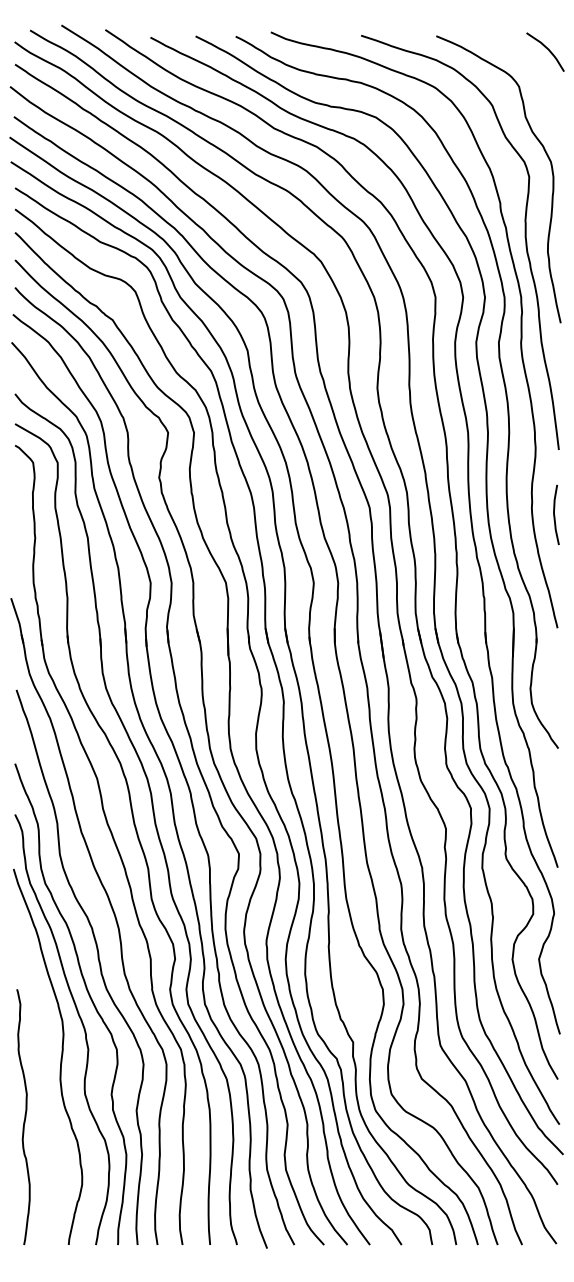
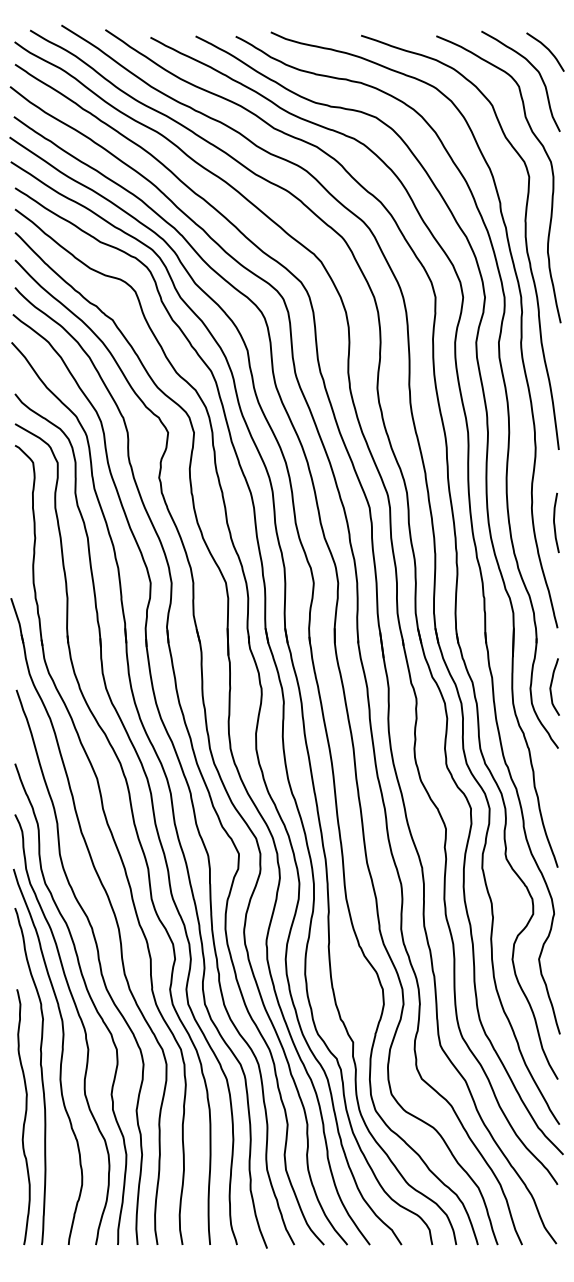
curve at (535, 70): none -> present
curve at (555, 515) position: (555, 515) -> (555, 523)
curve at (552, 684): none -> present
curve at (41, 1076): none -> present
